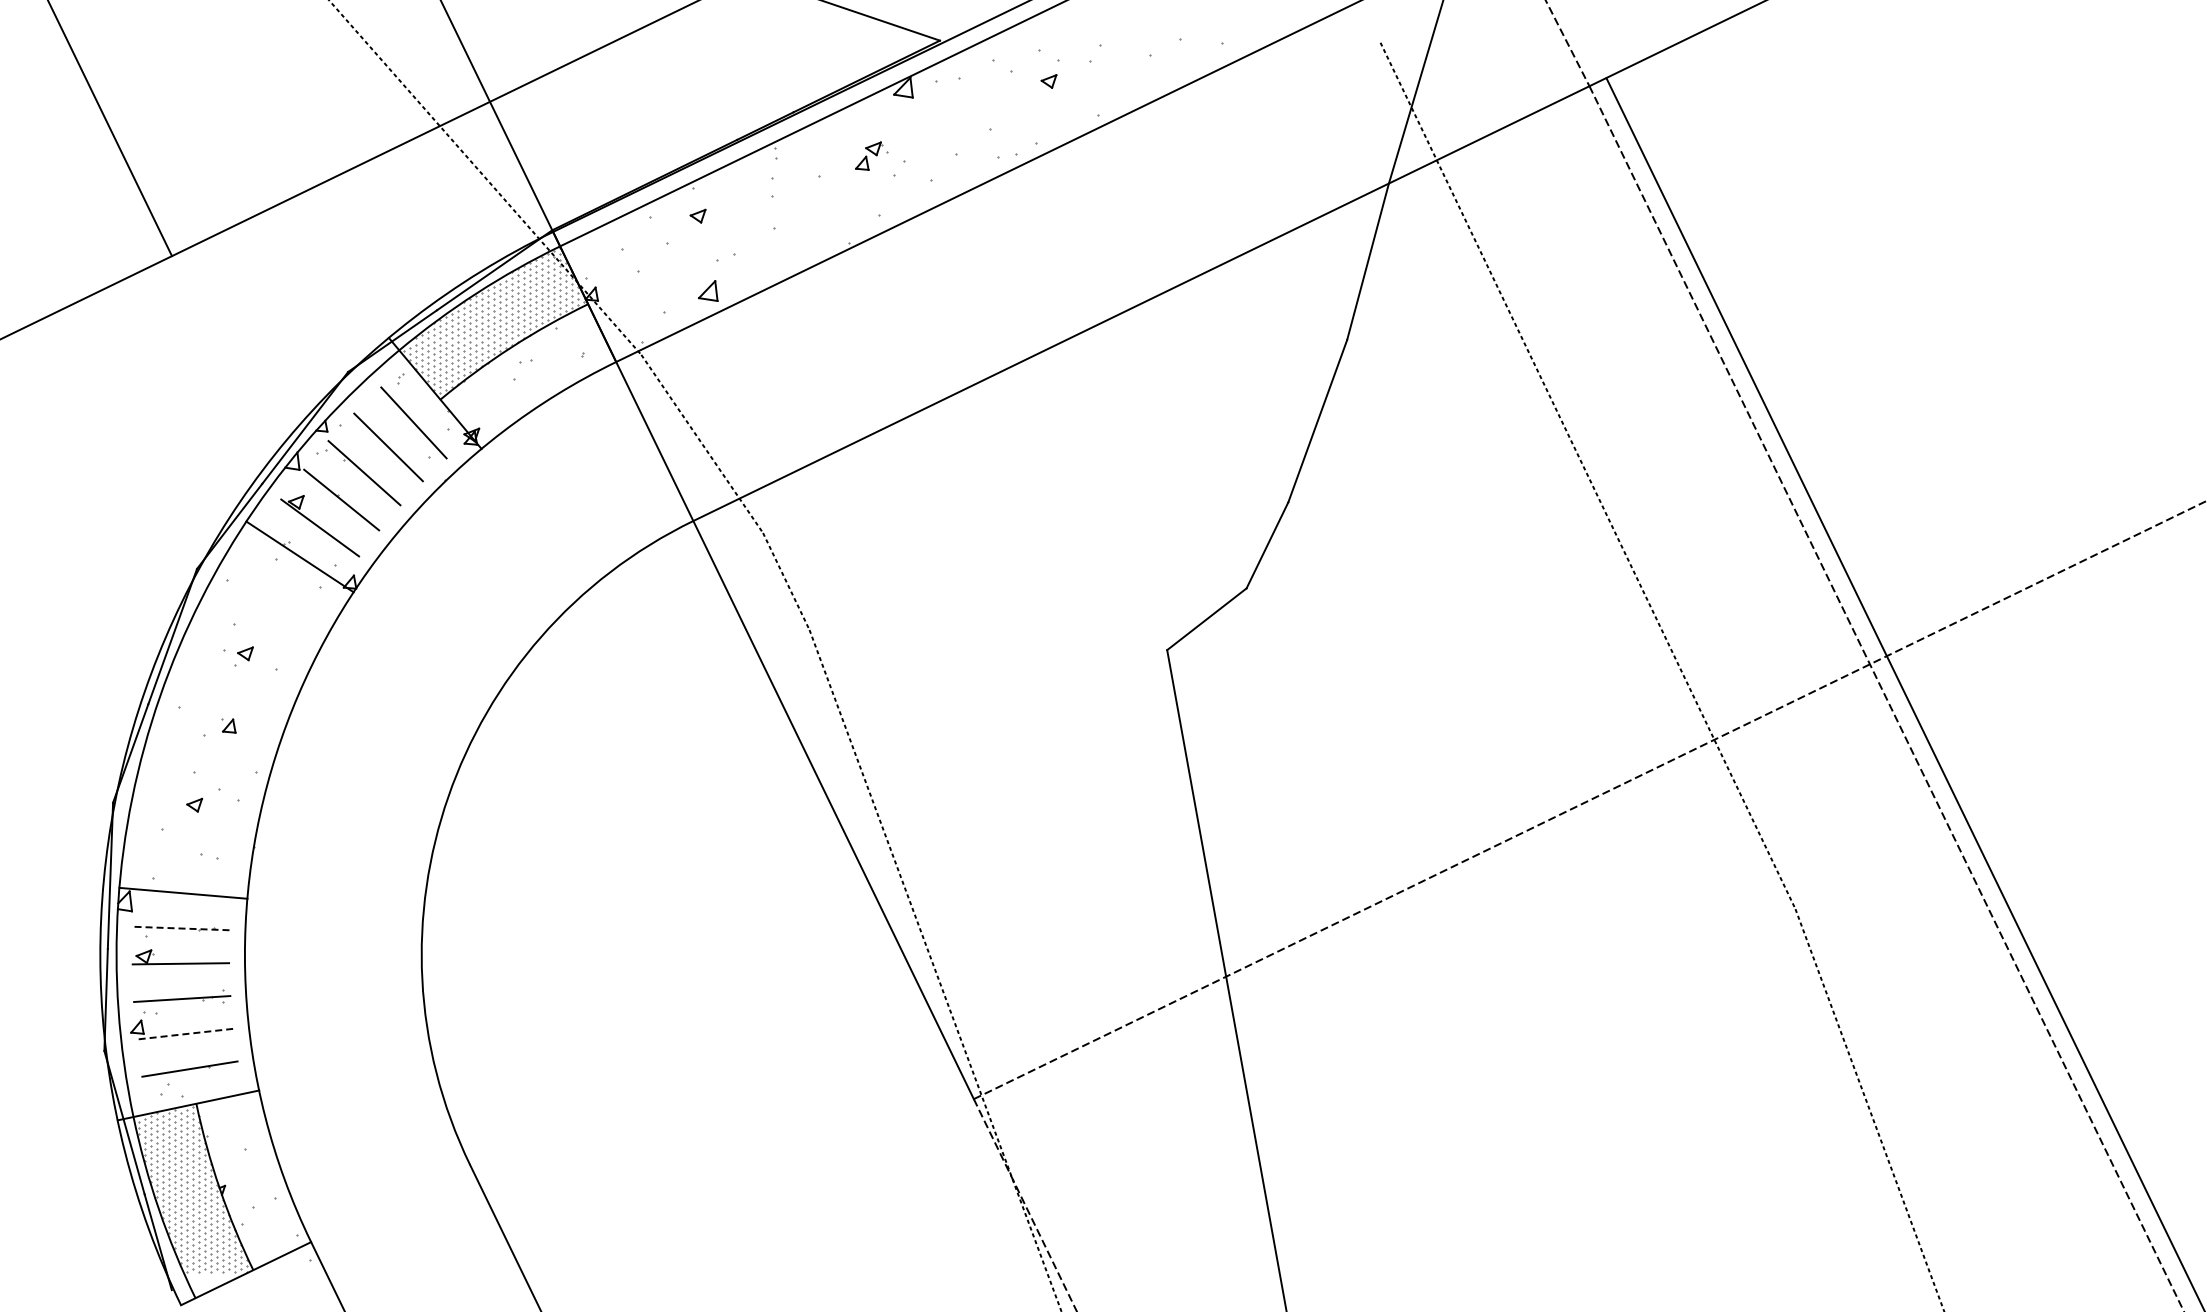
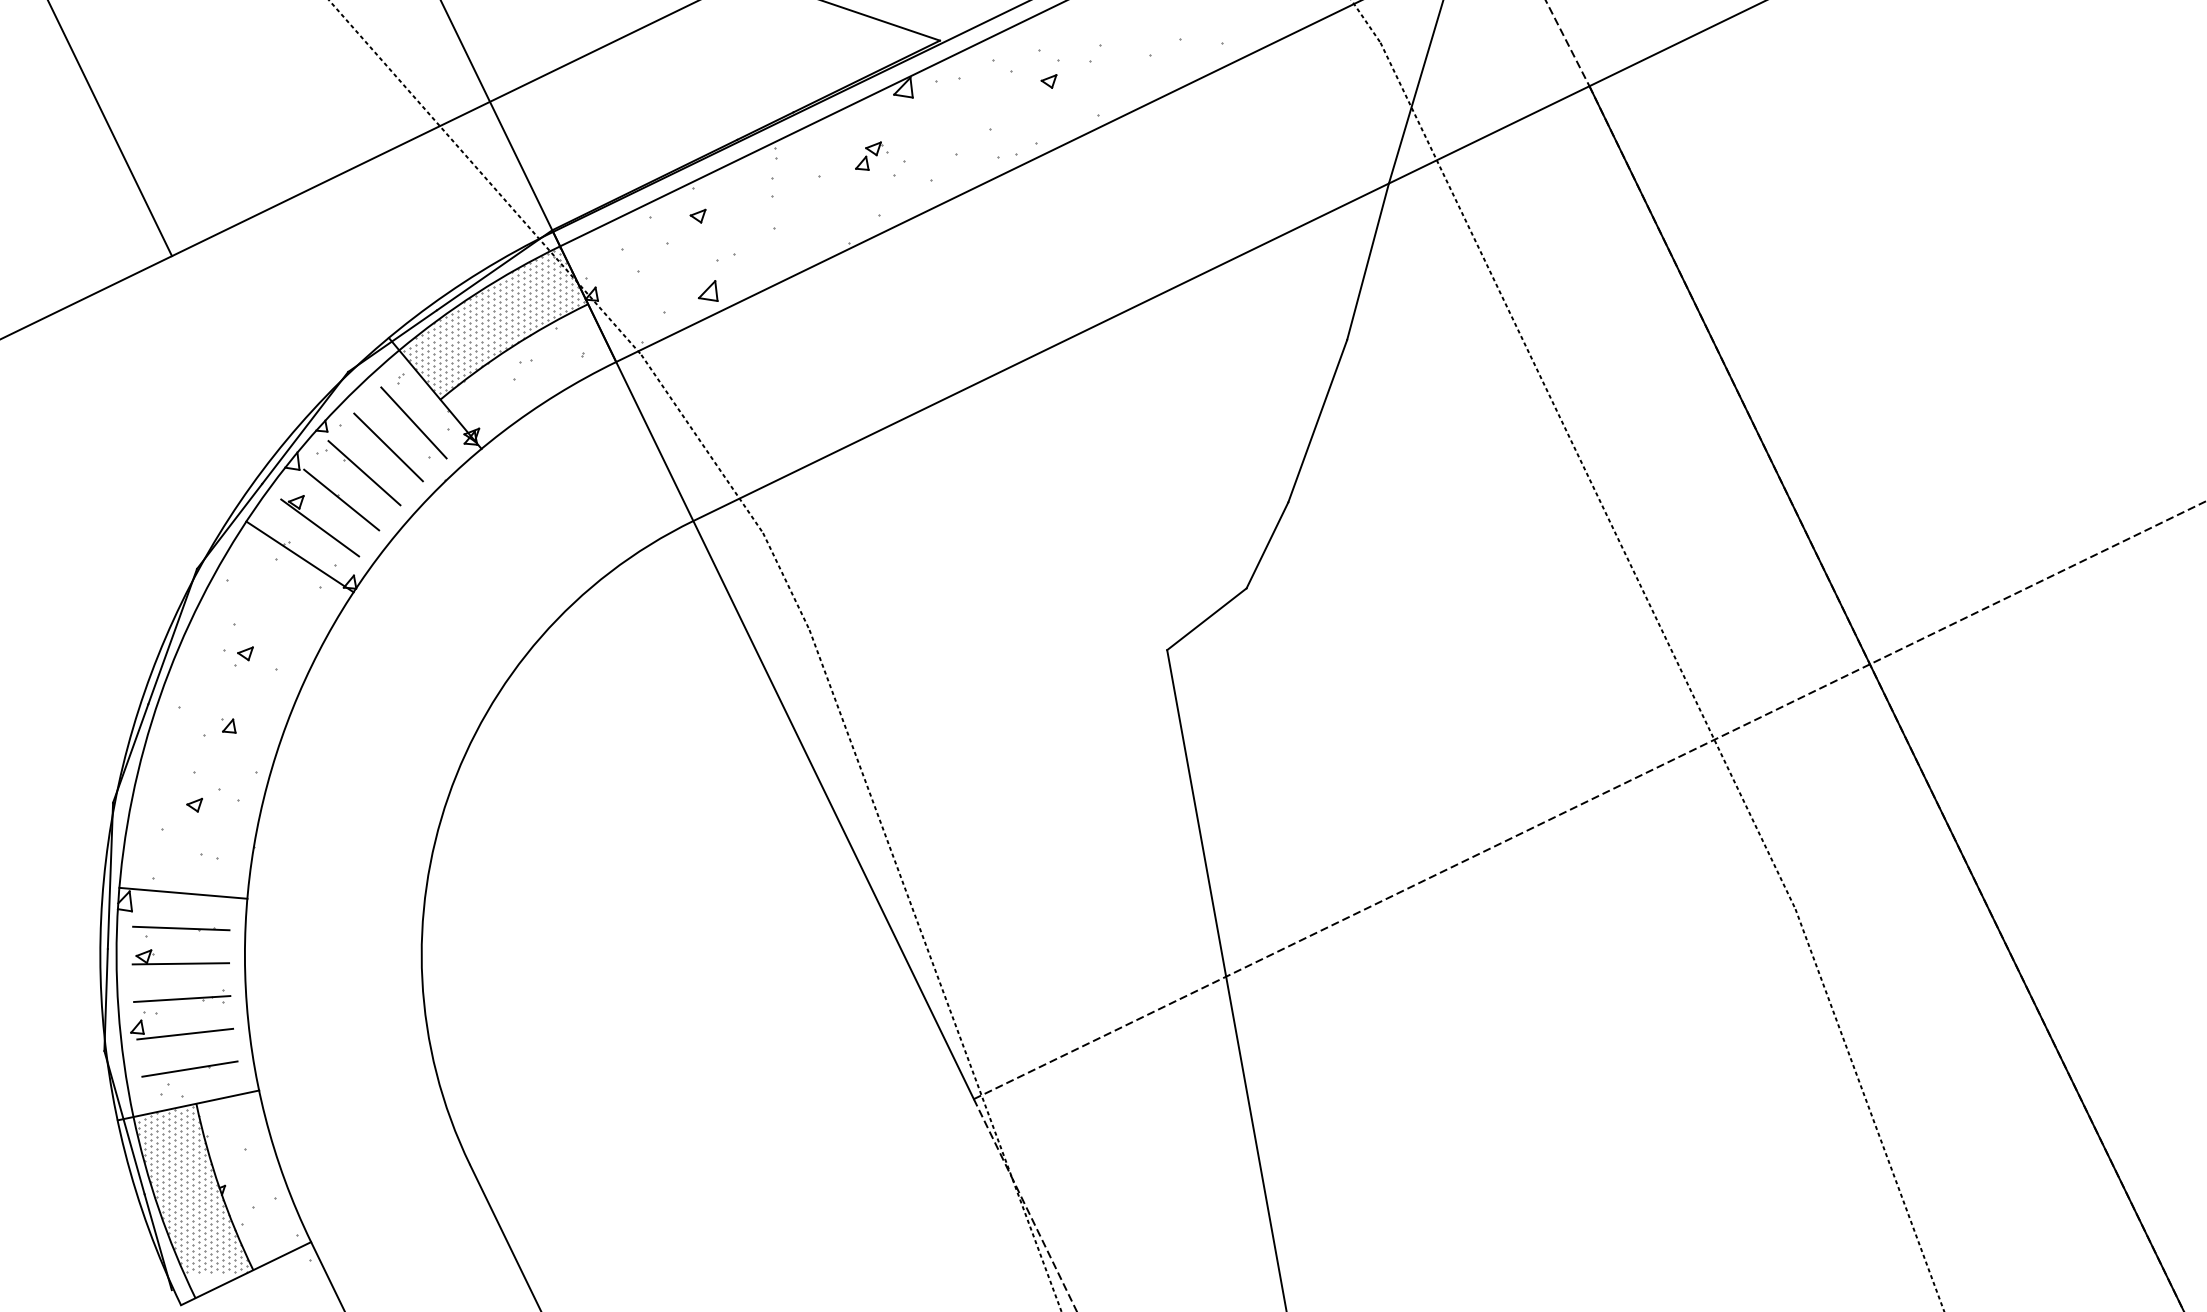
line at (1366, 22): none -> present
line at (1904, 693) position: (1904, 693) -> (1885, 697)
line at (180, 928): dashed -> solid
line at (184, 1034): dashed -> solid
